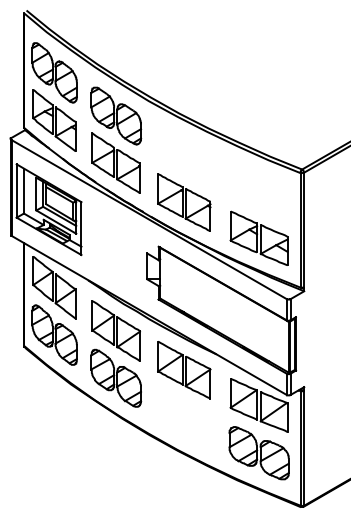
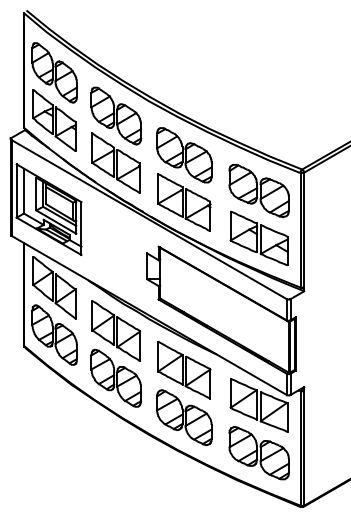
part at (184, 155): none -> present
part at (258, 191): none -> present
part at (184, 417): none -> present
